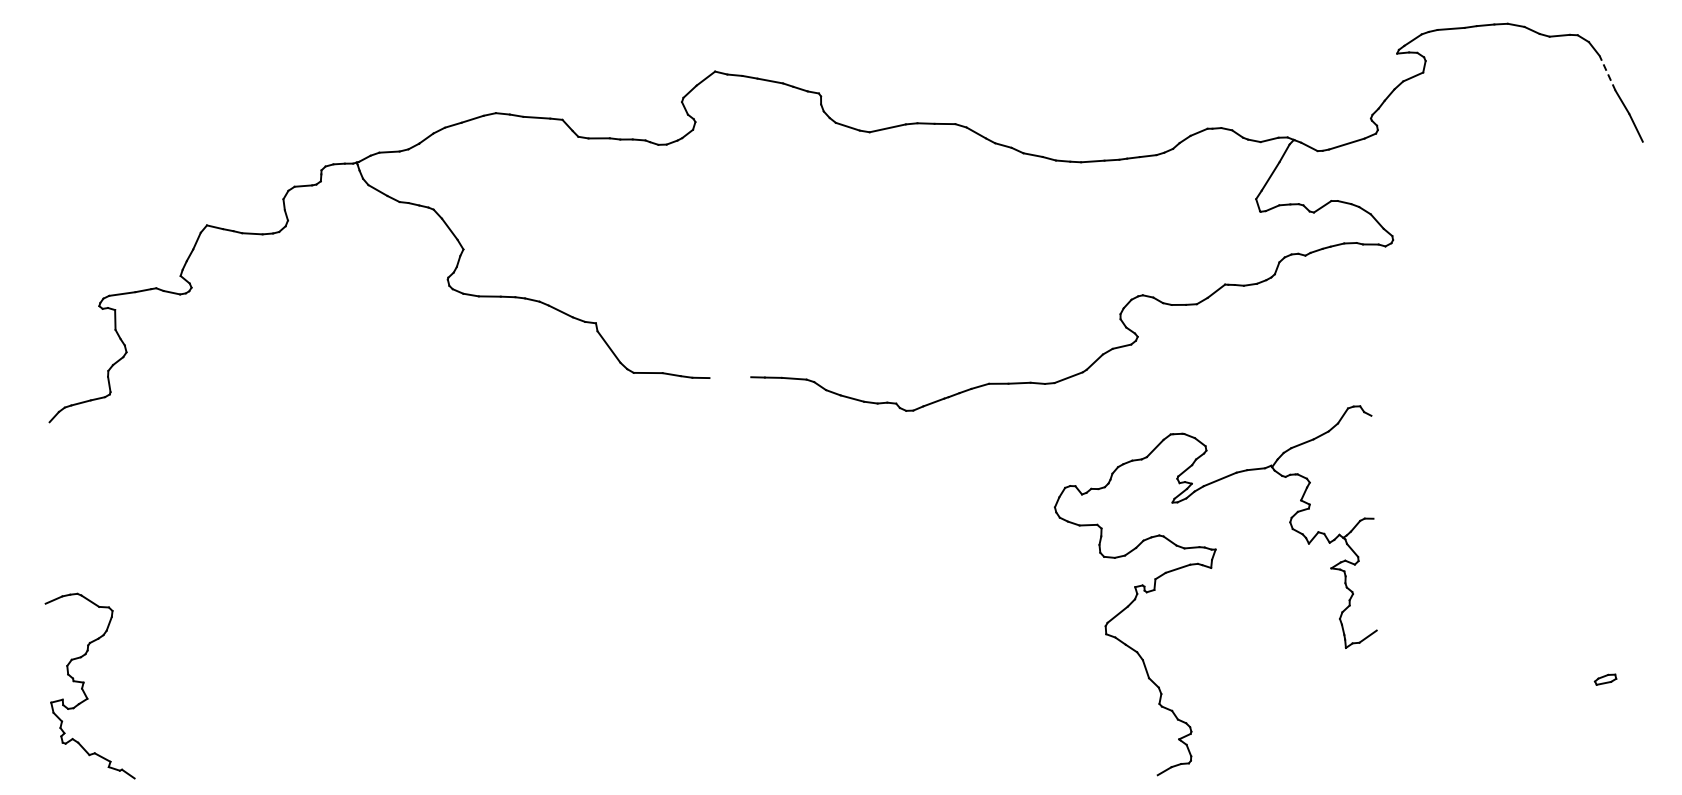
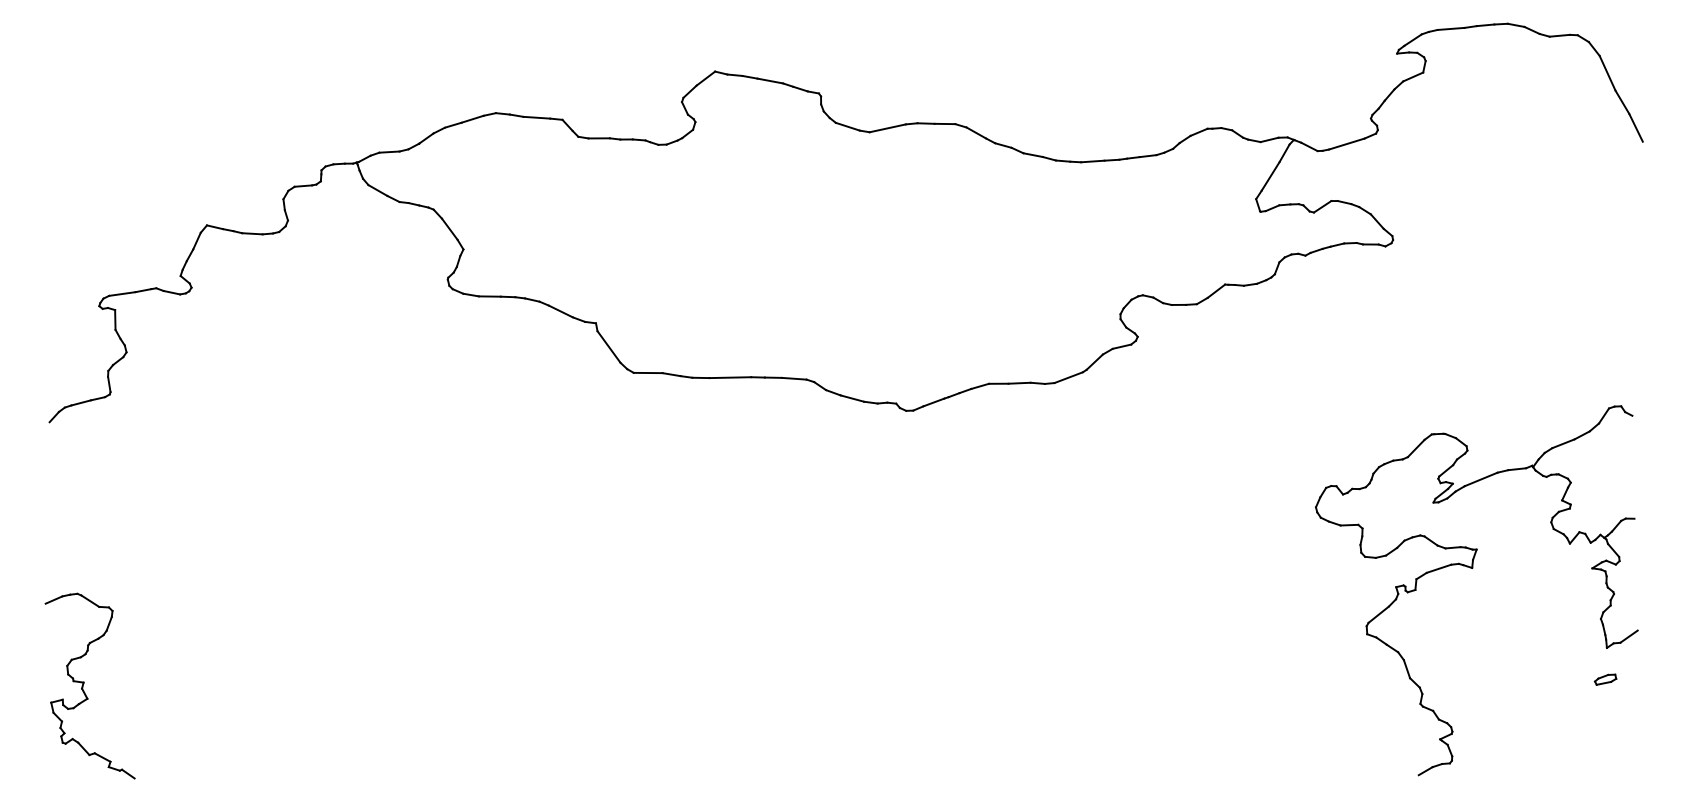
line at (1607, 72): dashed -> solid
line at (730, 377): none -> present
part at (1212, 568) position: (1212, 568) -> (1473, 568)
